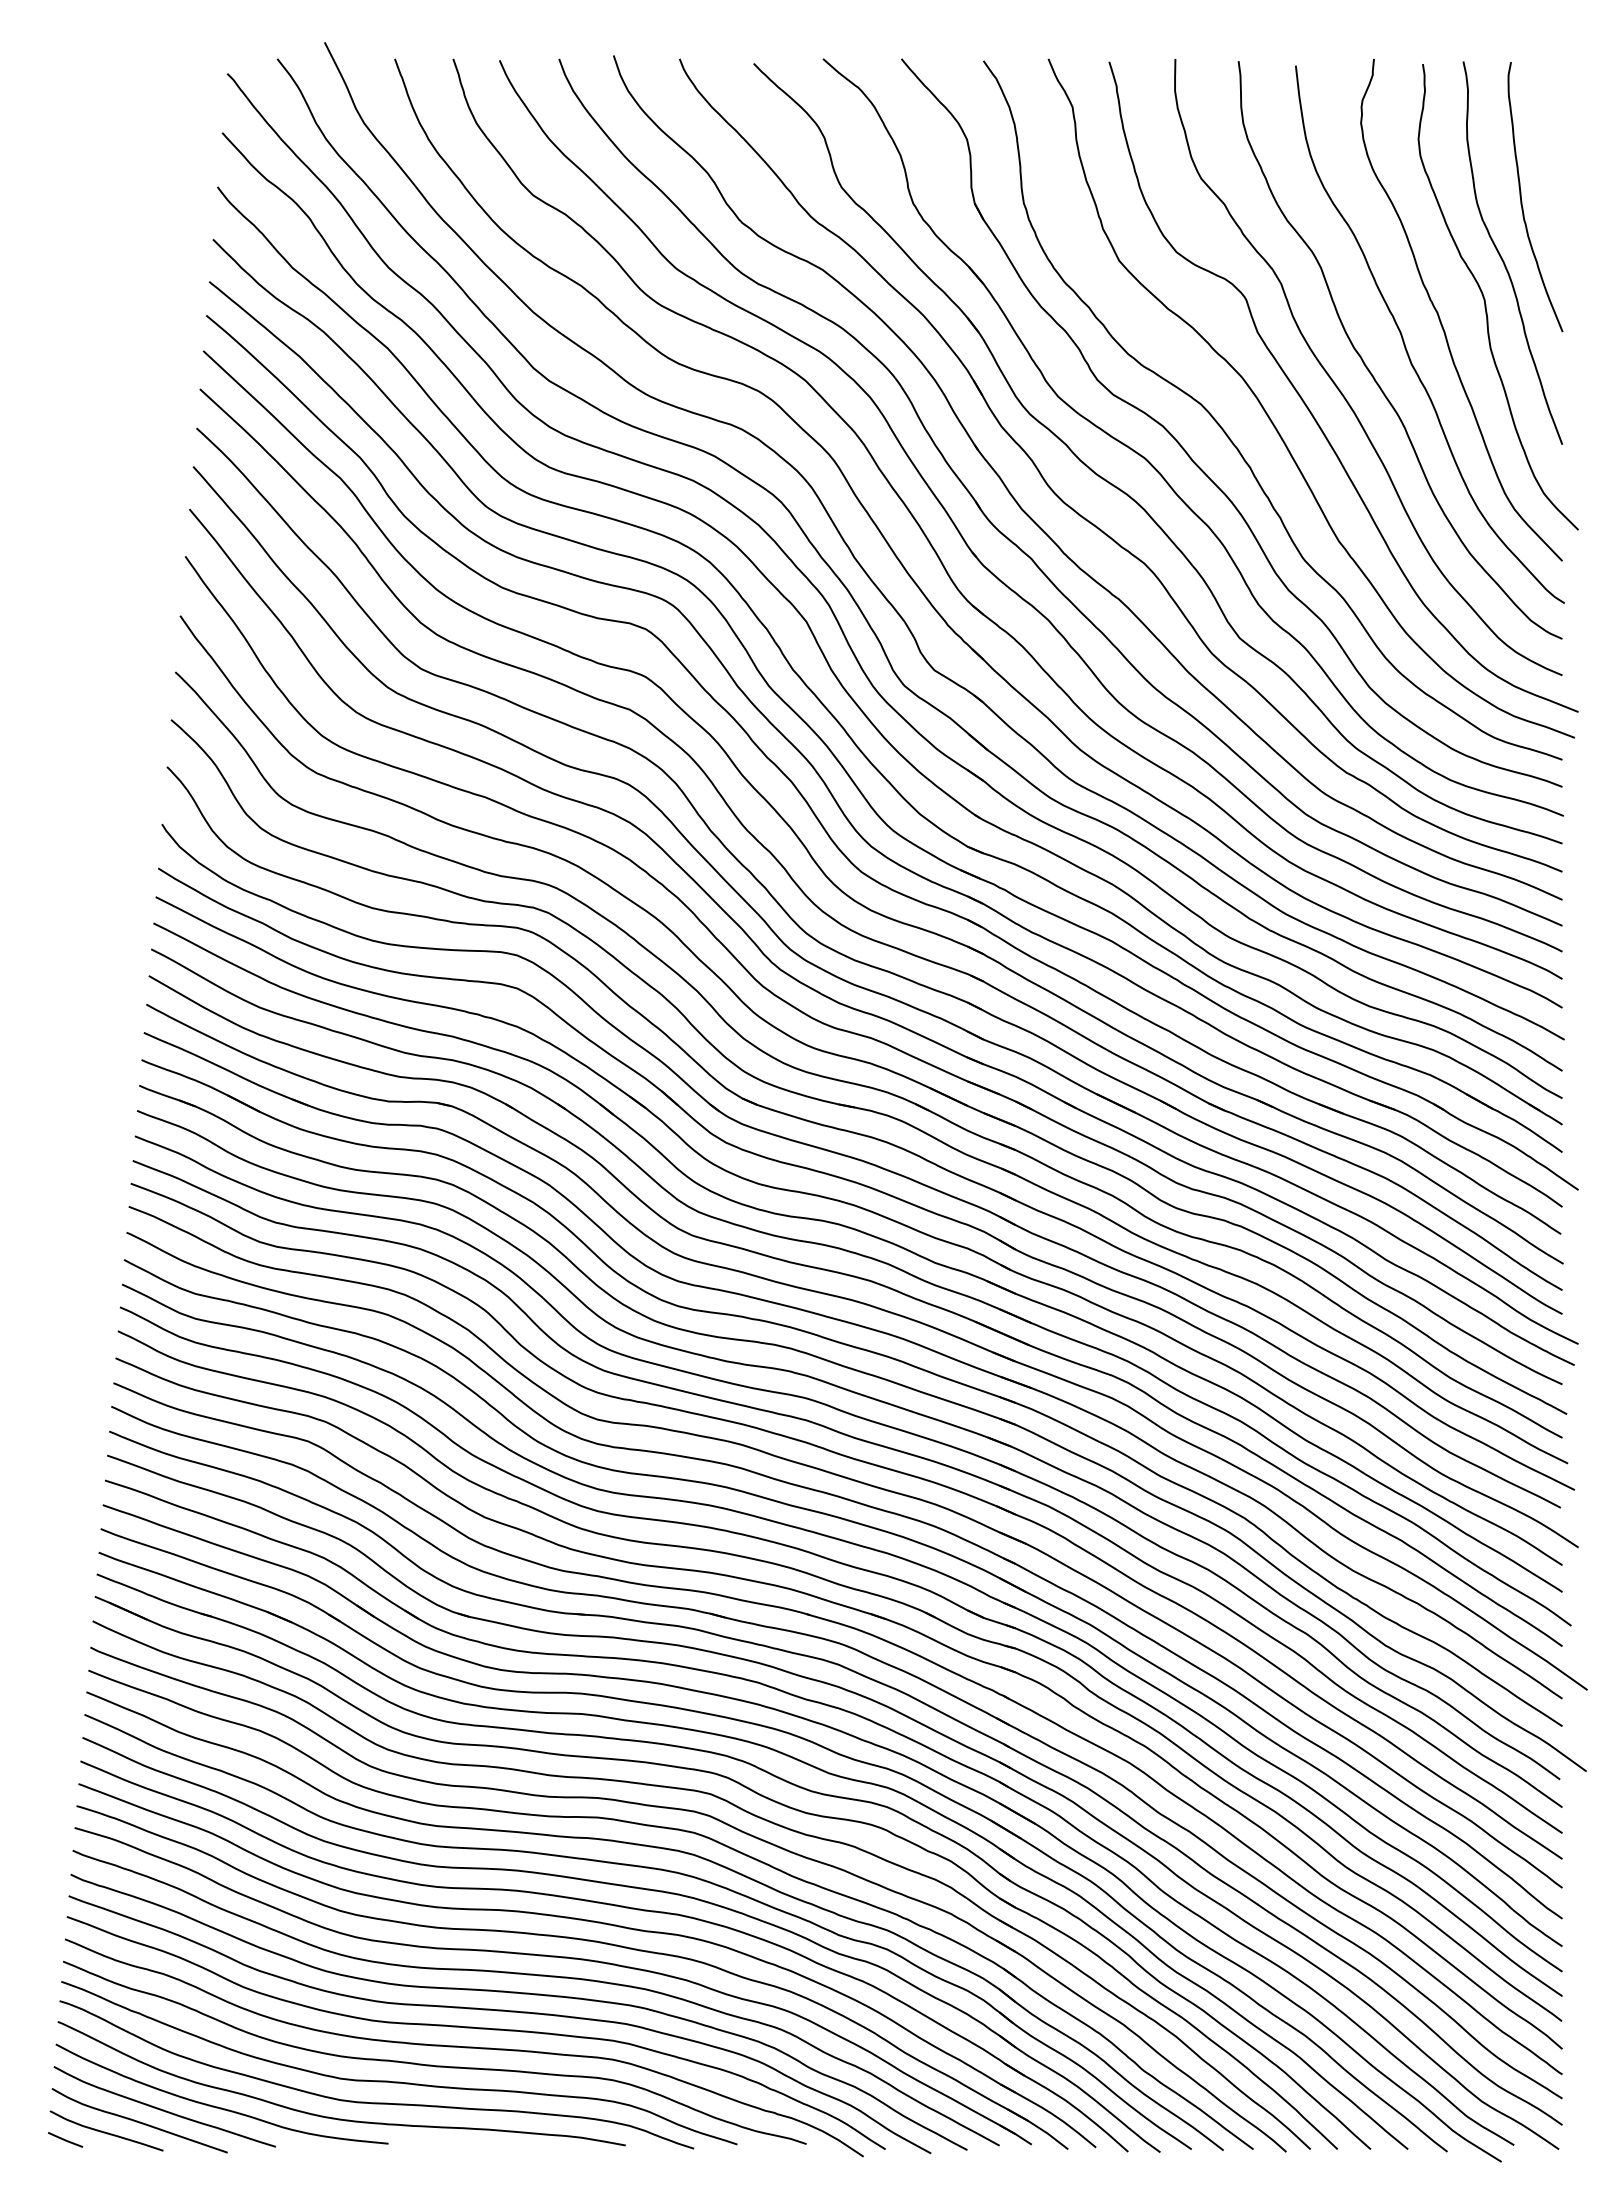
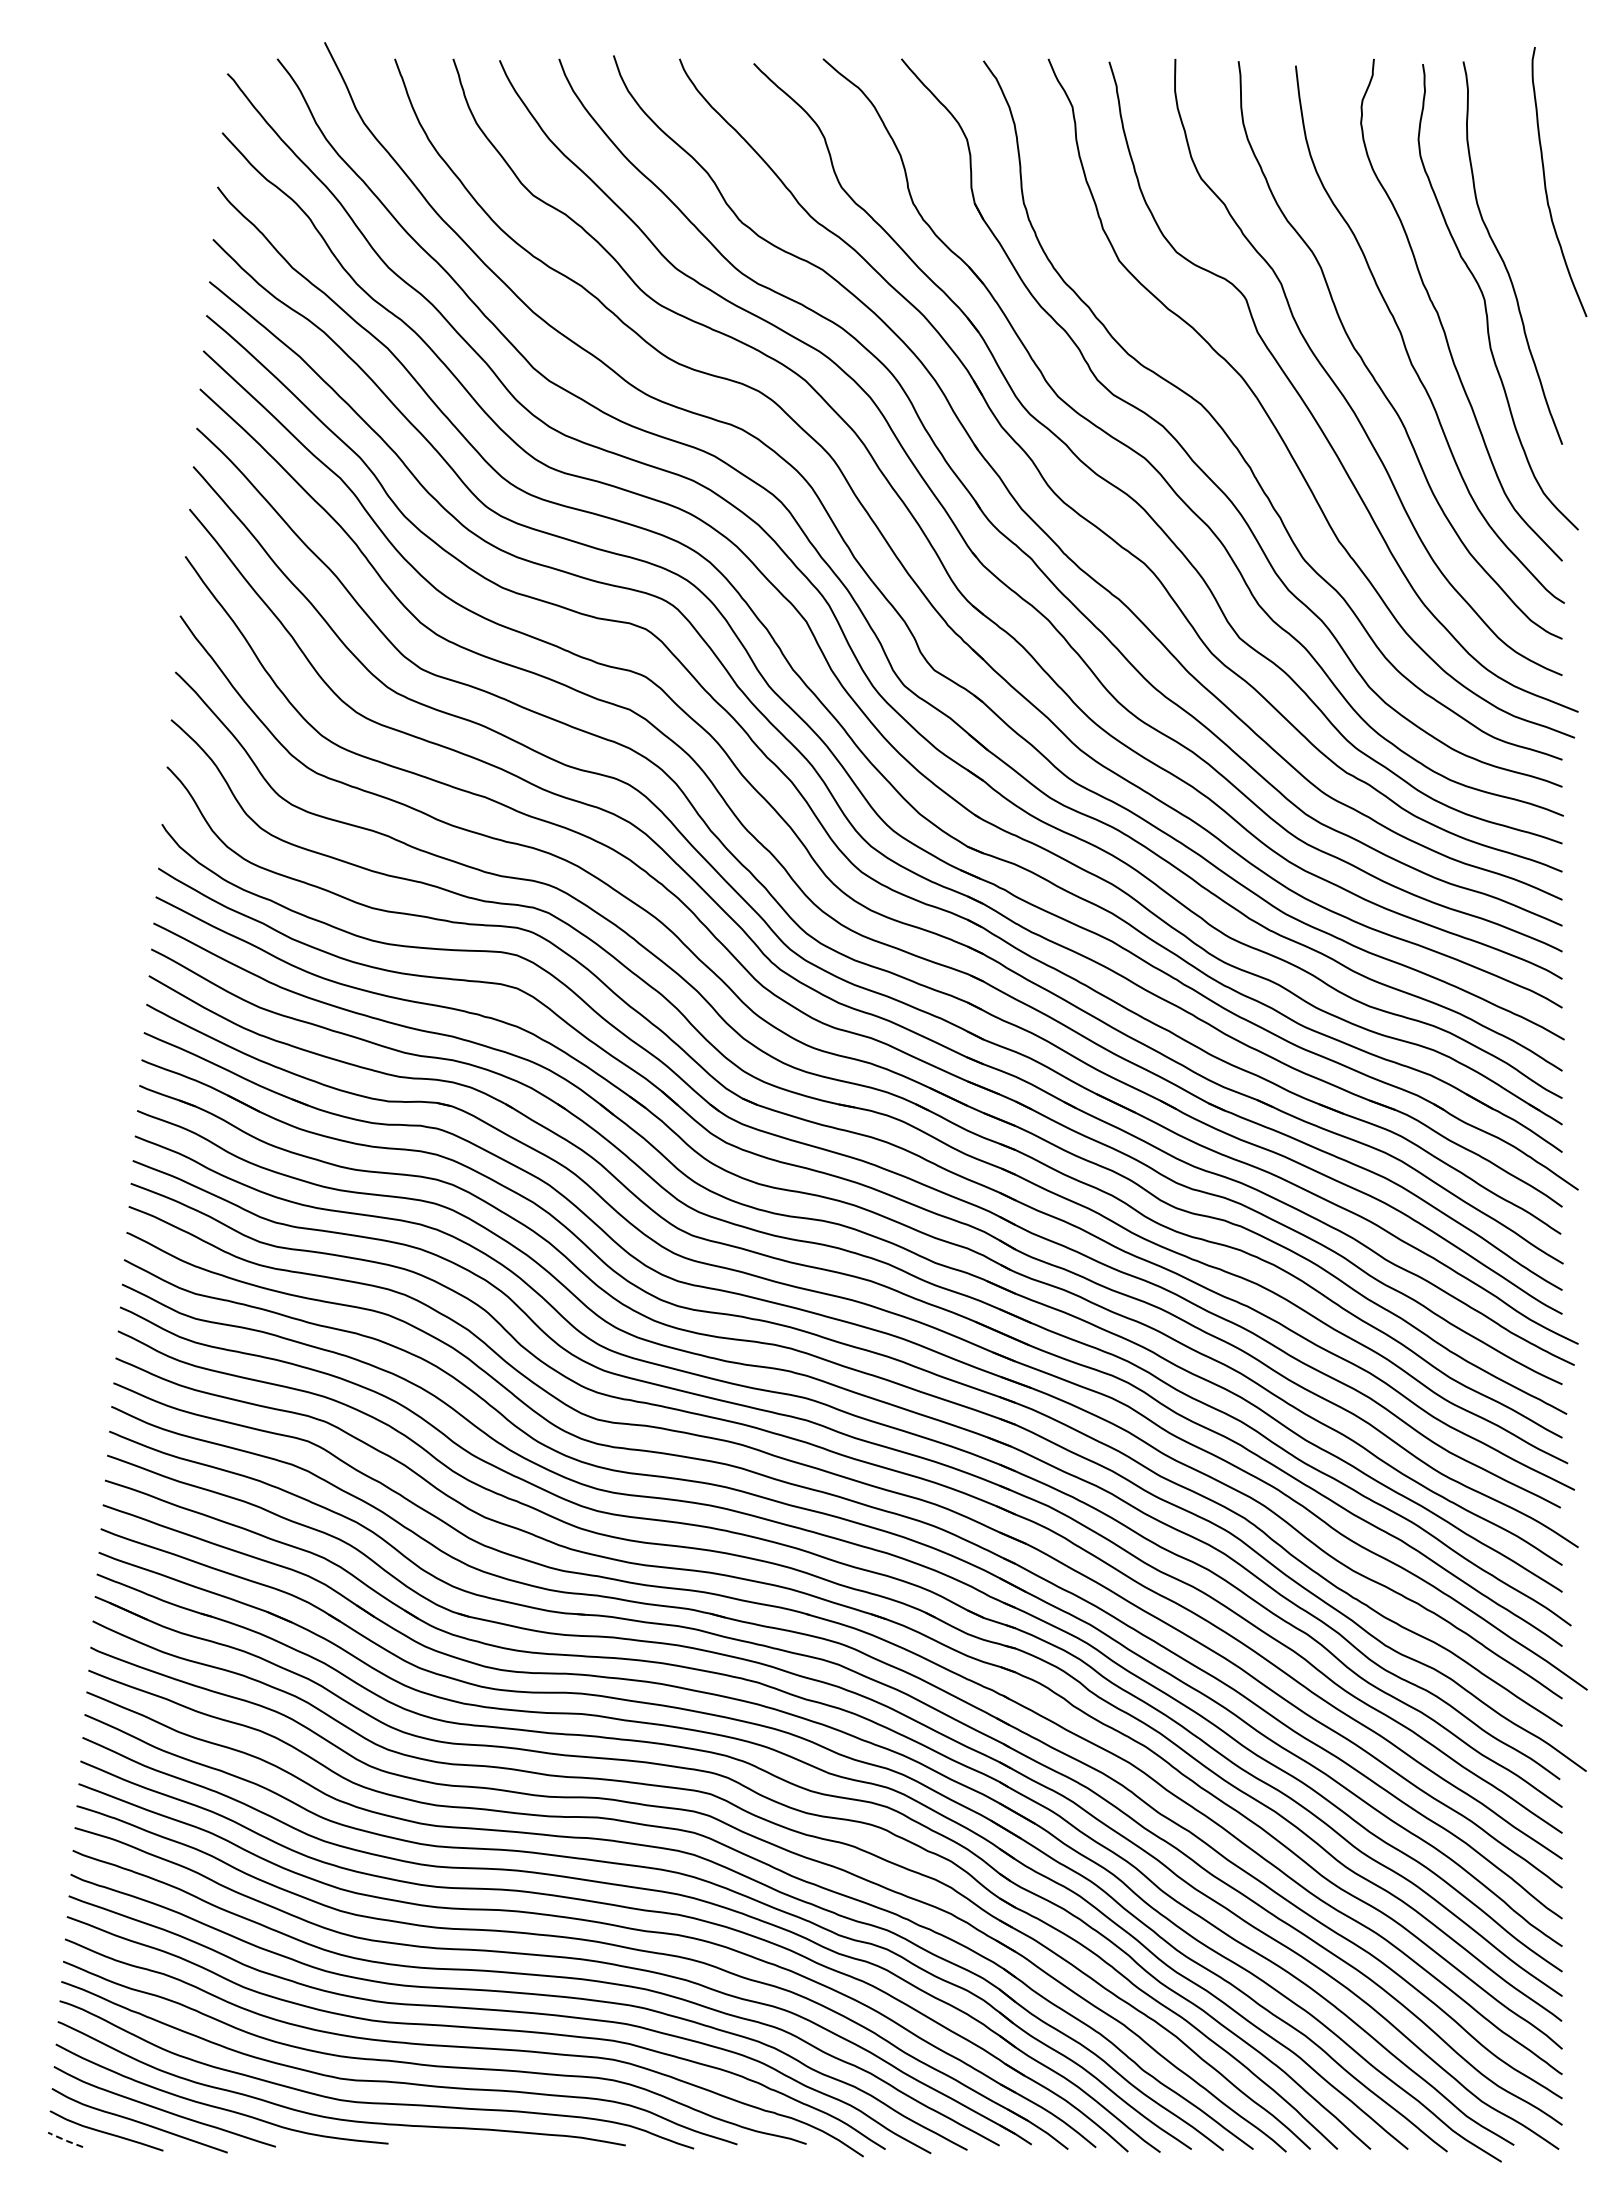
curve at (1522, 200) position: (1522, 200) -> (1546, 185)
line at (65, 2140): solid -> dashed
